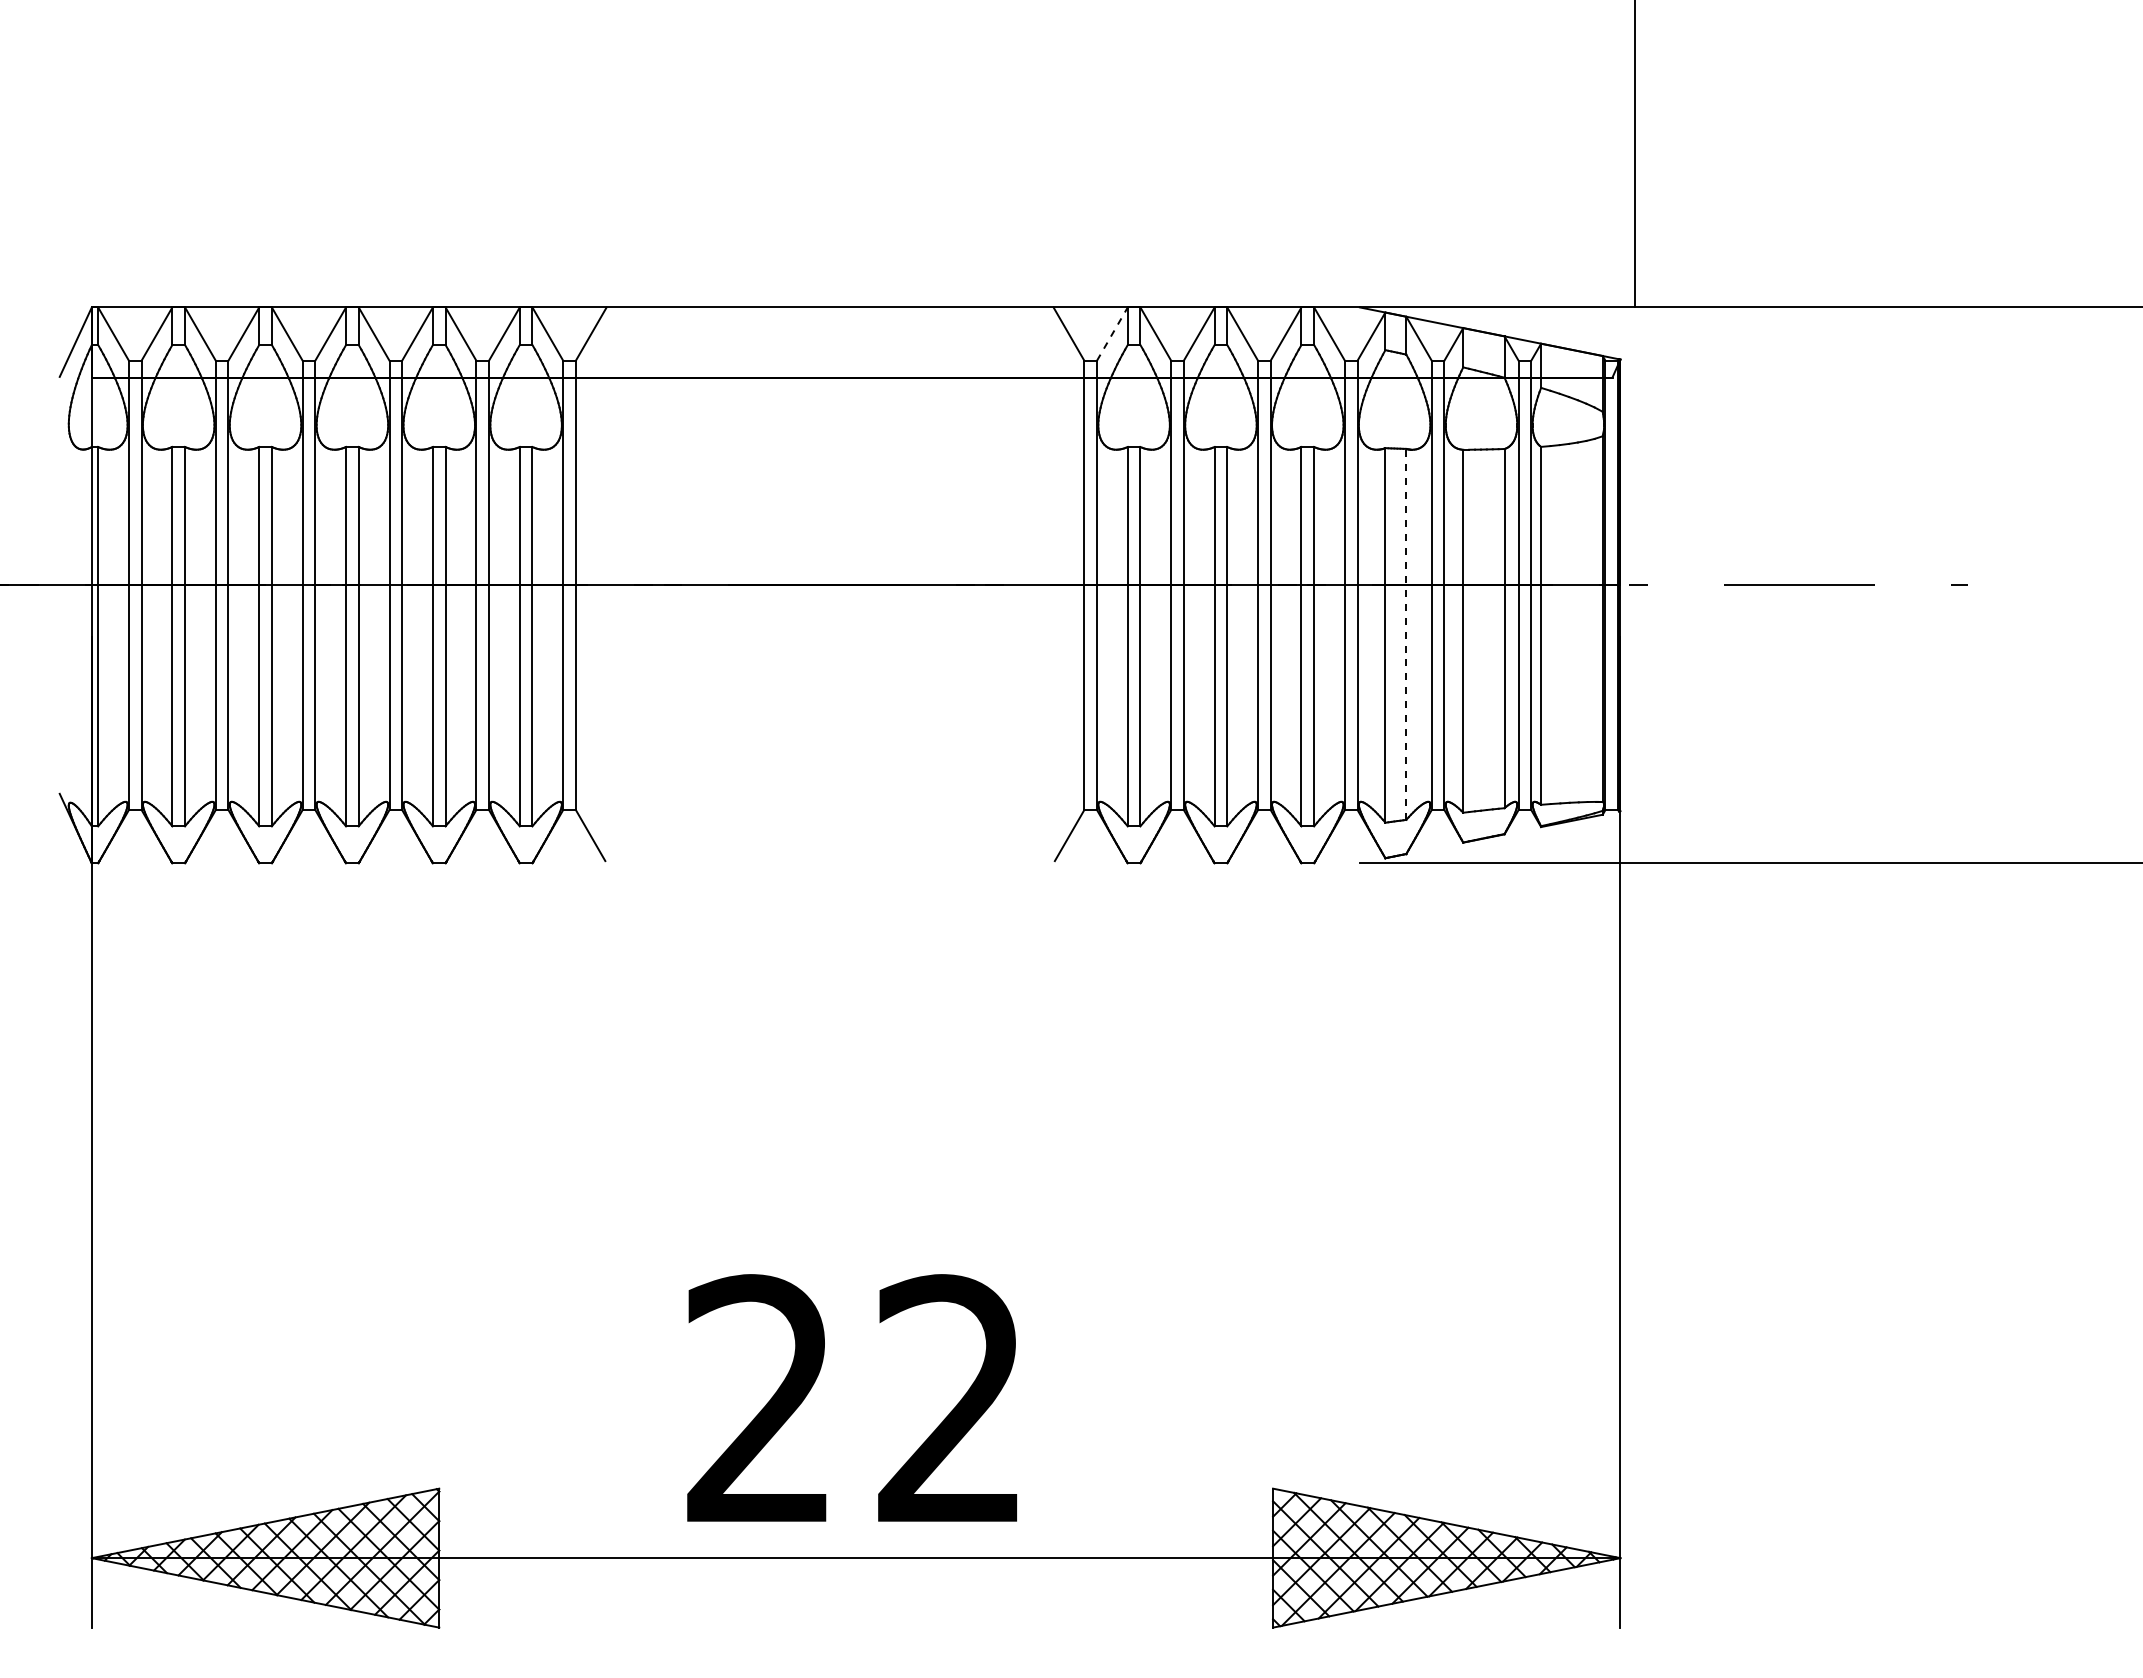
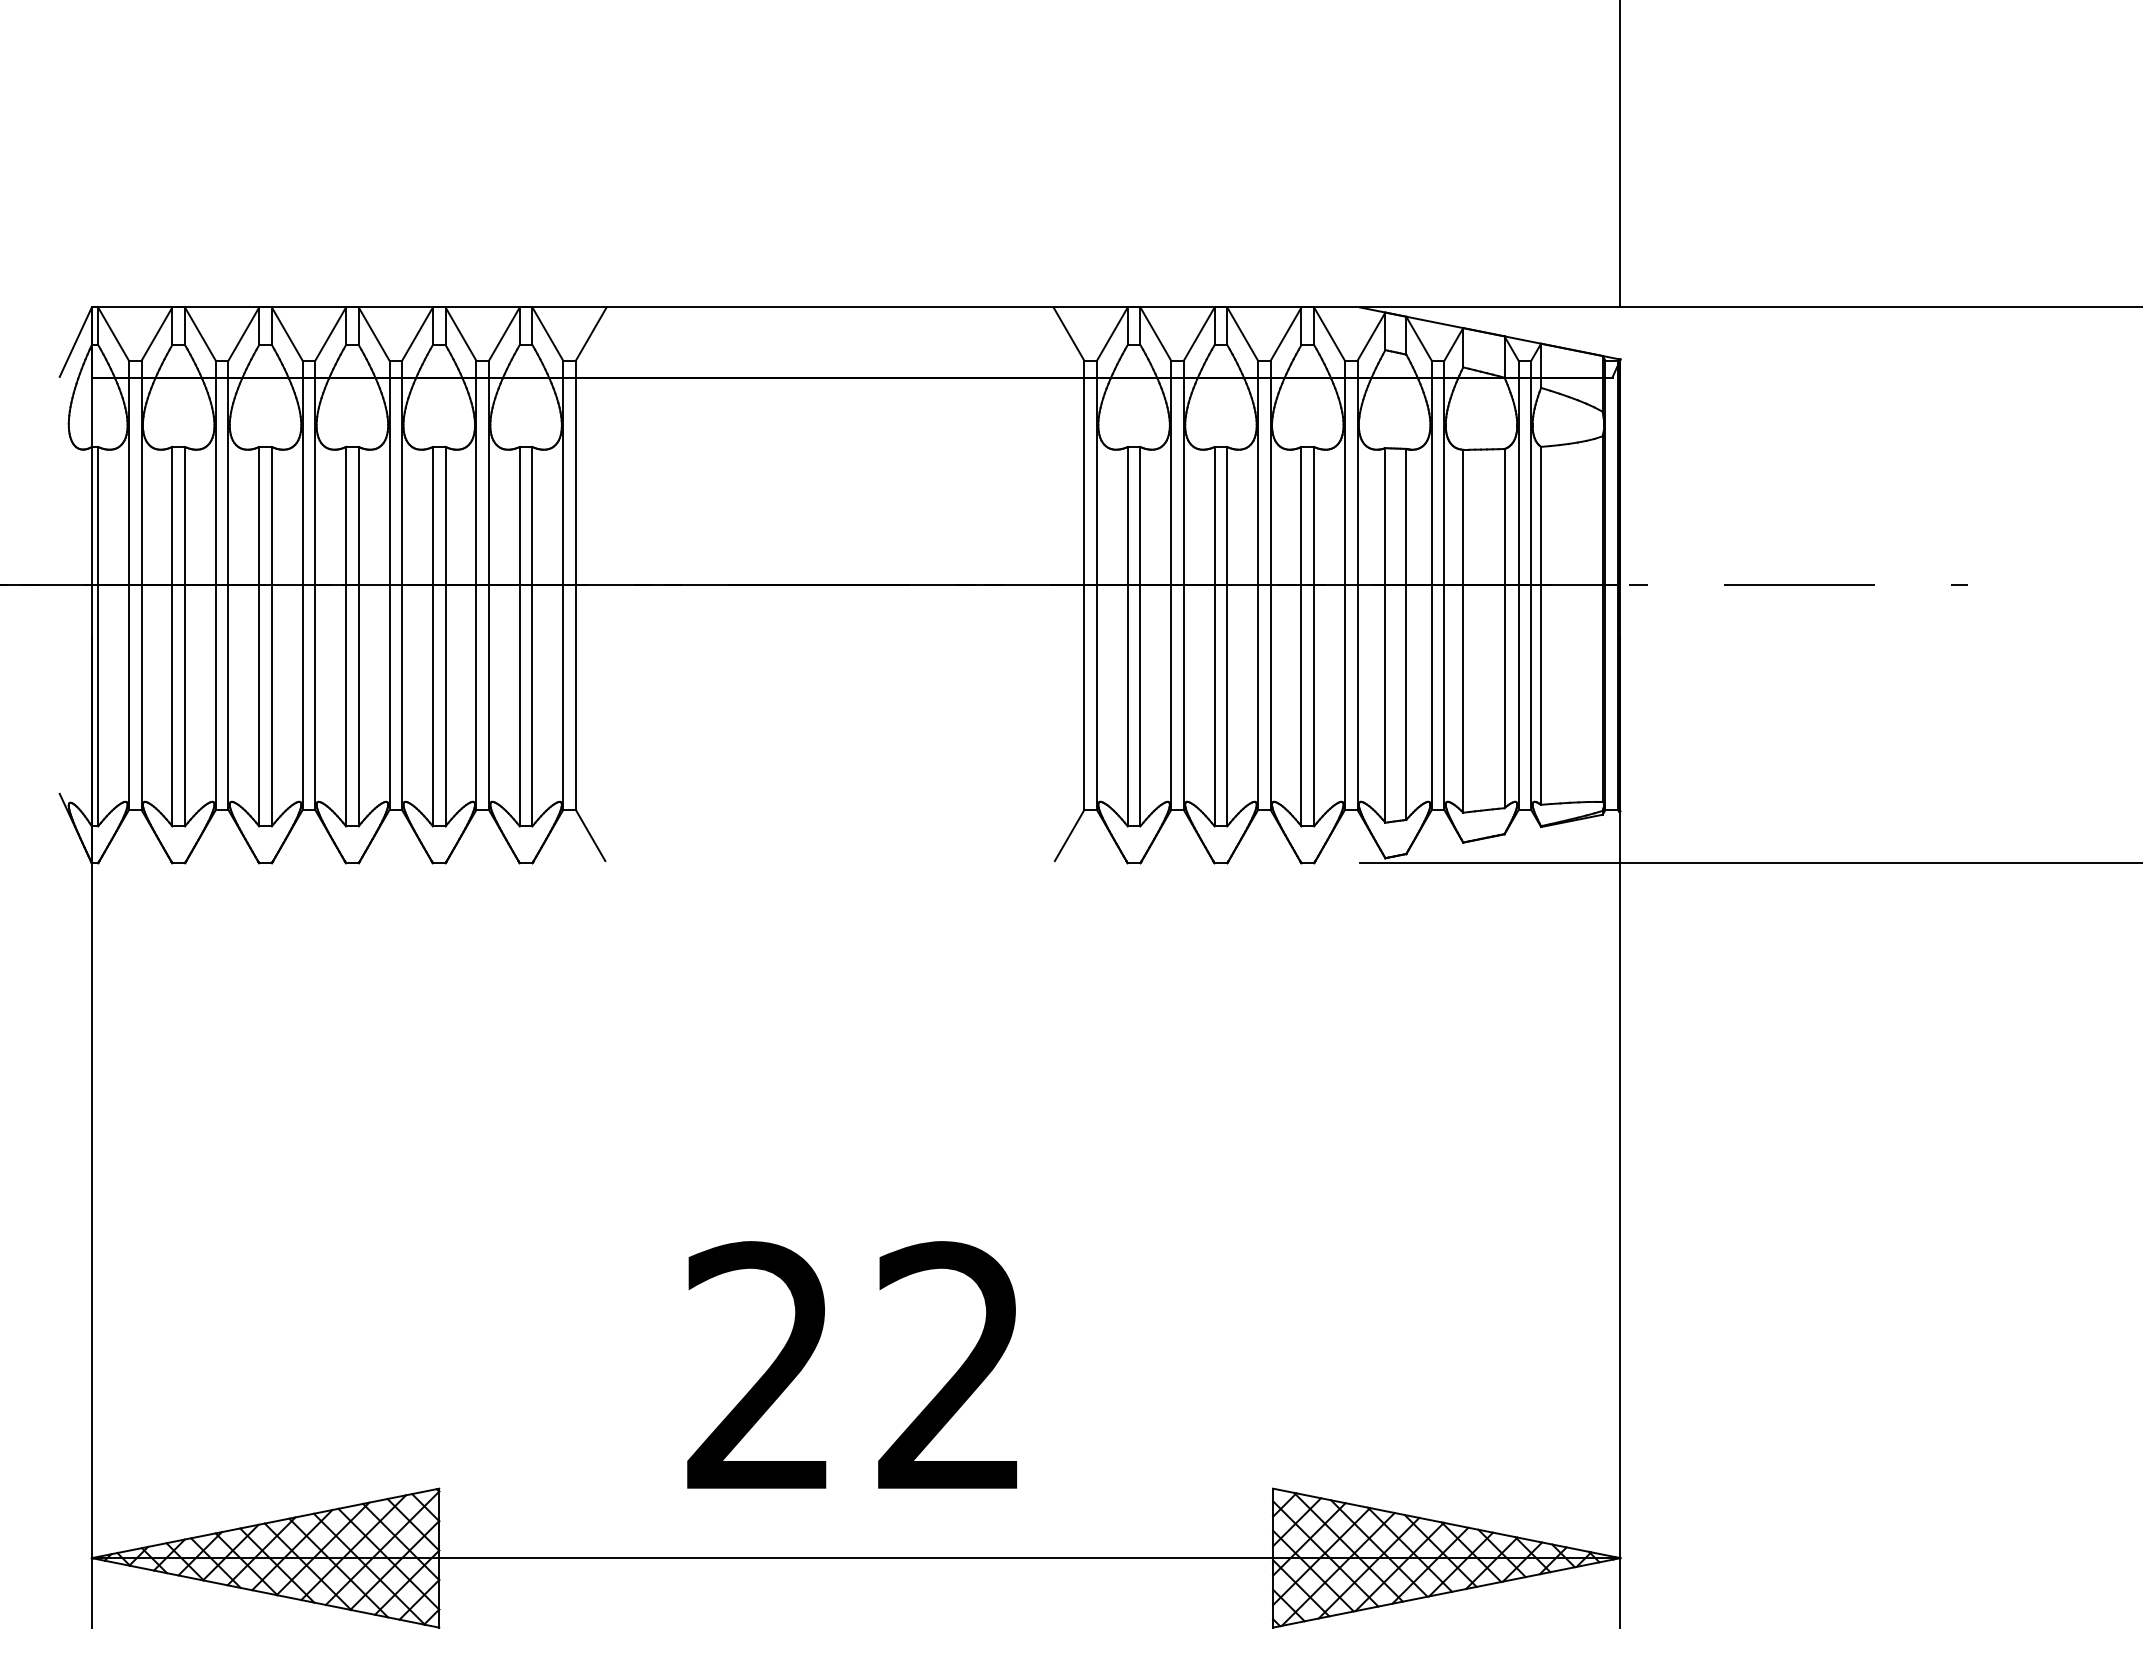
line at (1635, 154) position: (1635, 154) -> (1620, 154)
line at (1112, 334): dashed -> solid
line at (1406, 633): dashed -> solid
text at (851, 1397) position: (851, 1397) -> (851, 1364)
